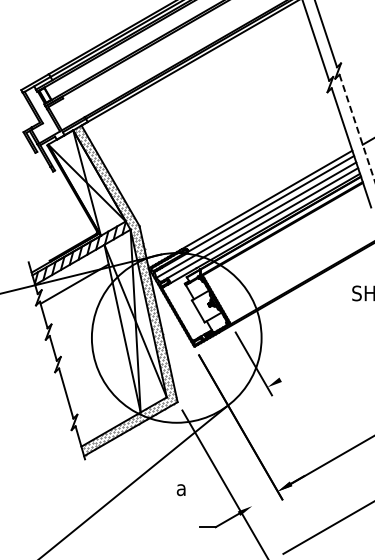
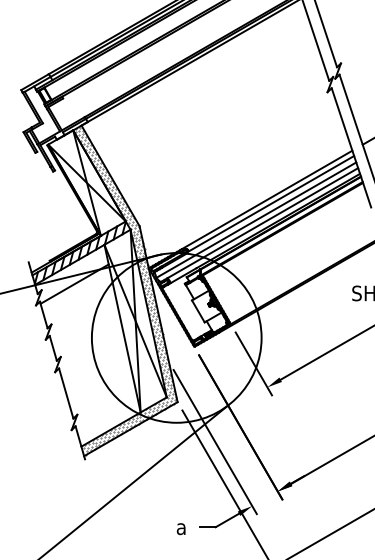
line at (357, 128): dashed -> solid
line at (325, 353): none -> present
line at (214, 442): none -> present
text at (180, 490) position: (180, 490) -> (180, 529)
line at (327, 527) position: (327, 527) -> (331, 533)
